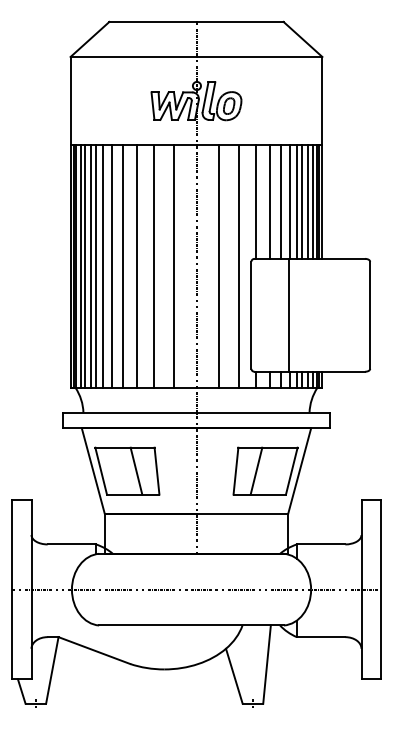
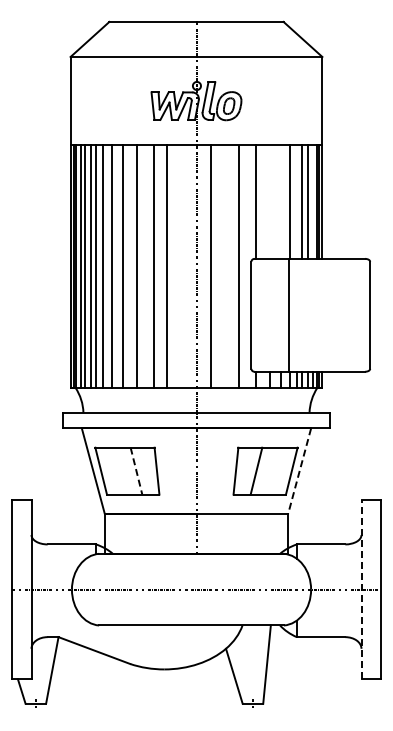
line at (270, 201): present -> none
line at (280, 201): present -> none
line at (296, 201): present -> none
line at (312, 201): present -> none
line at (173, 266) position: (173, 266) -> (166, 266)
line at (219, 266) position: (219, 266) -> (211, 266)
line at (136, 471): solid -> dashed
line at (299, 471): solid -> dashed
line at (361, 589): solid -> dashed
